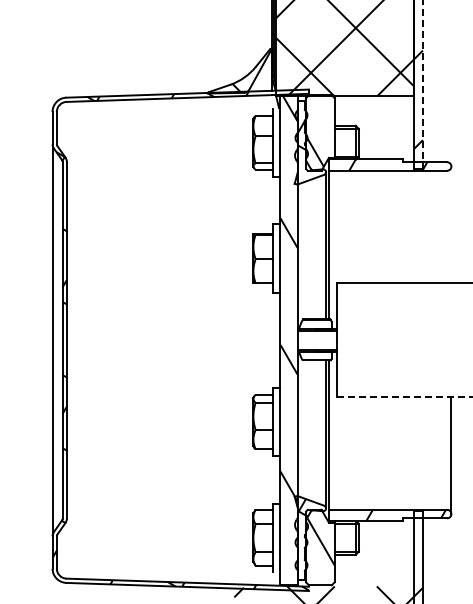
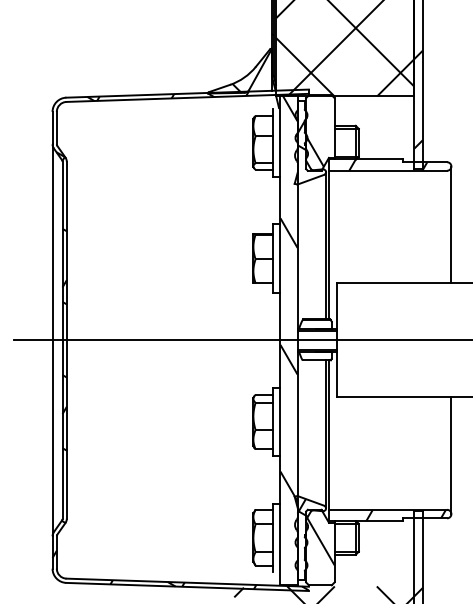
line at (422, 85): dashed -> solid
line at (451, 224): none -> present
line at (241, 340): none -> present
line at (405, 397): dashed -> solid
